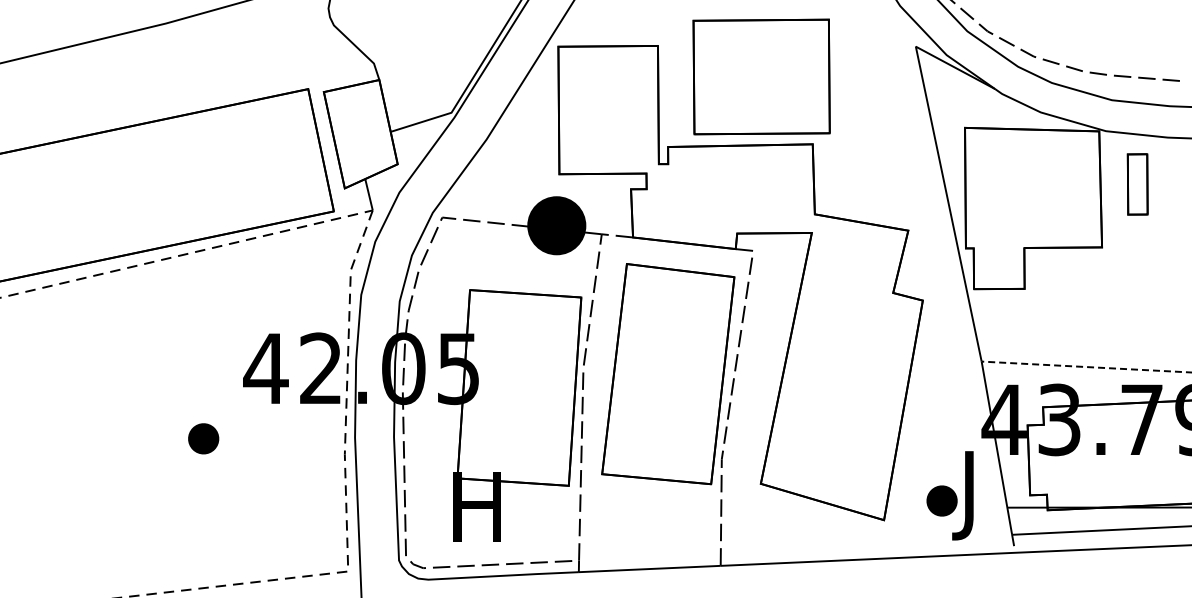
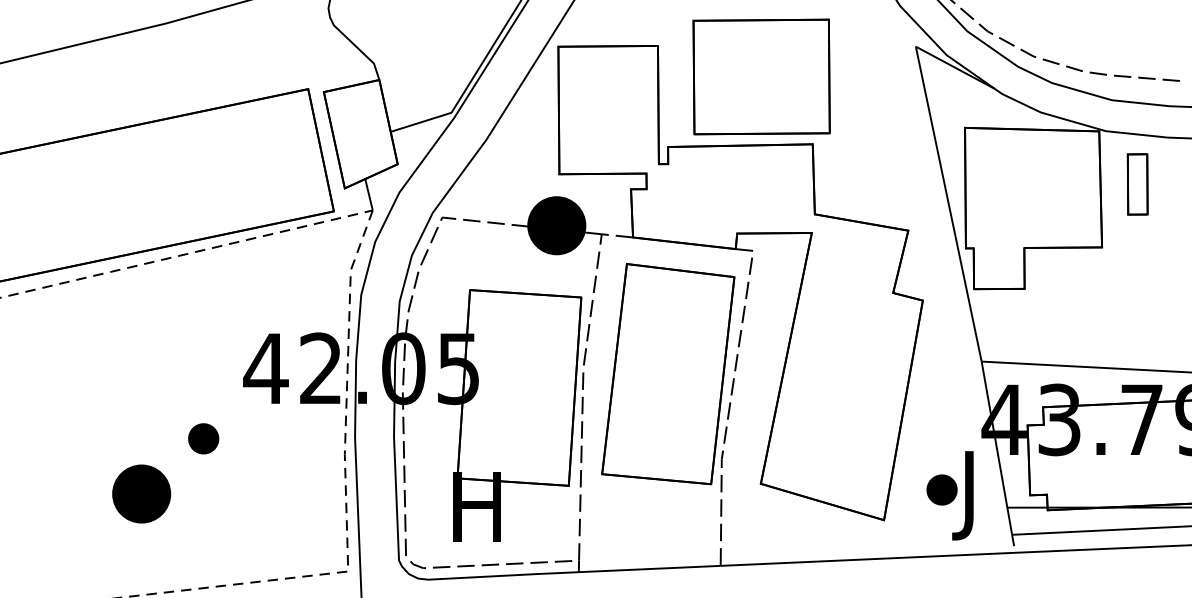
line at (1086, 367): dashed -> solid
part at (141, 493): none -> present
part at (941, 500) position: (941, 500) -> (941, 489)
